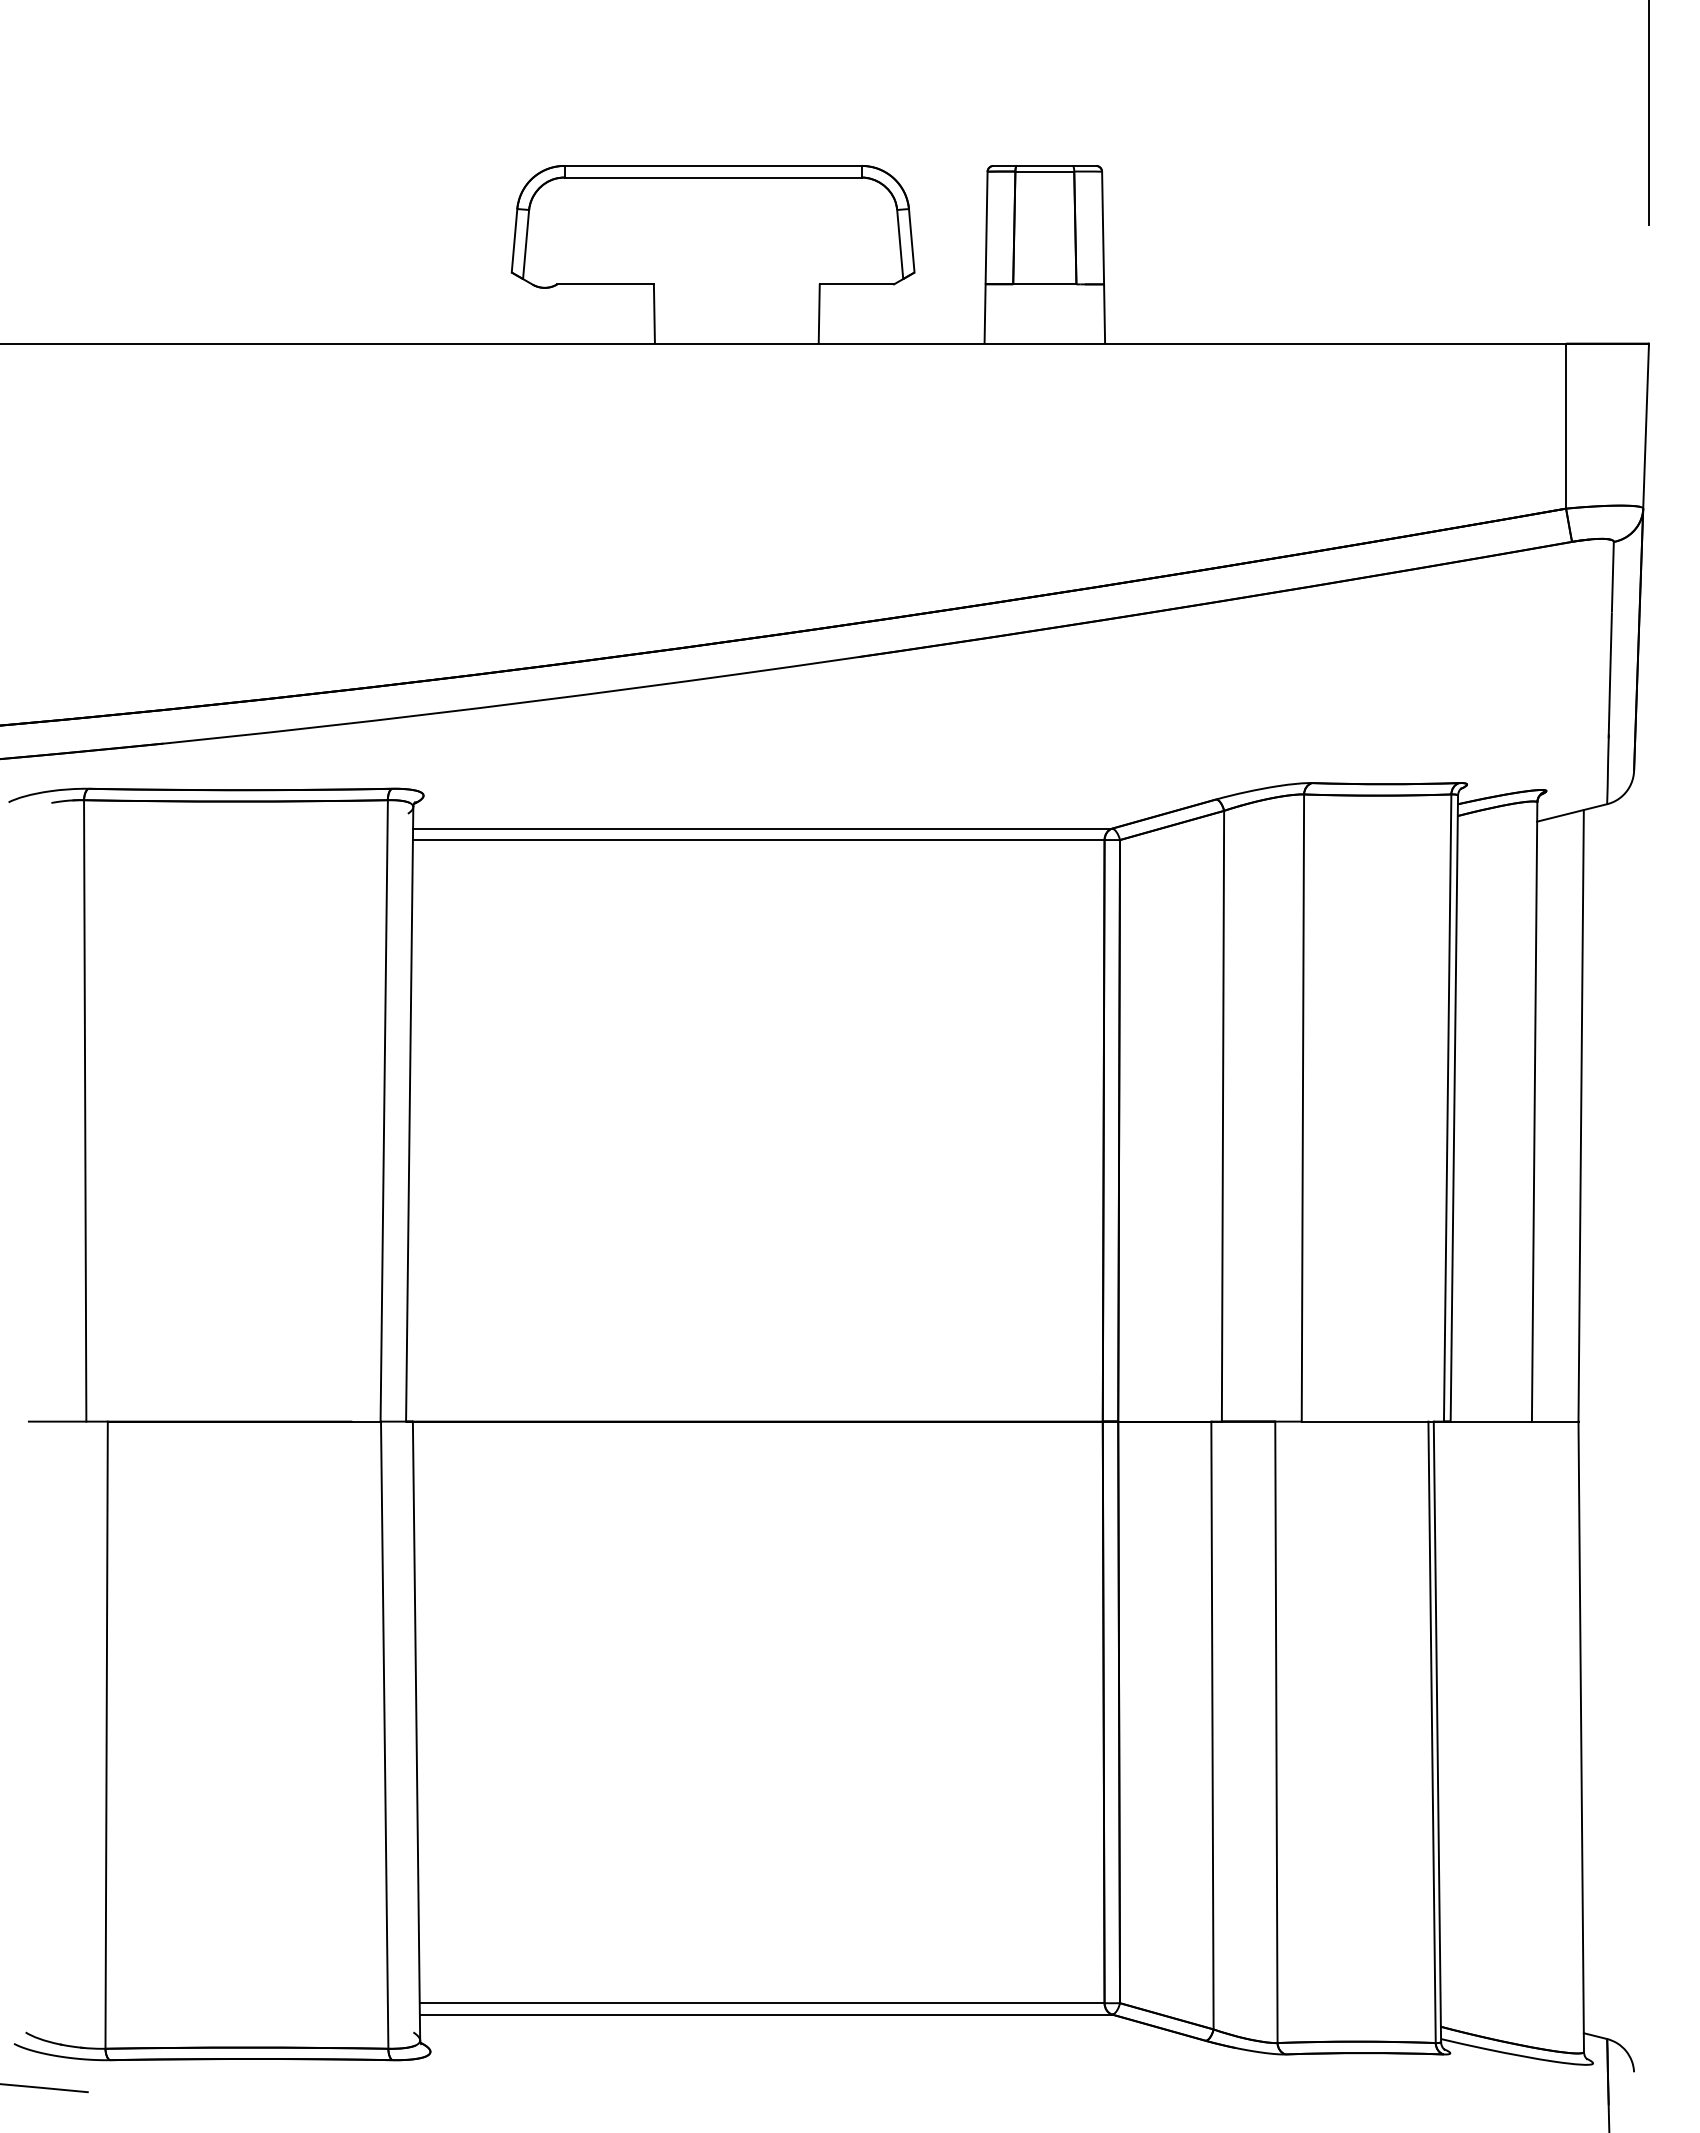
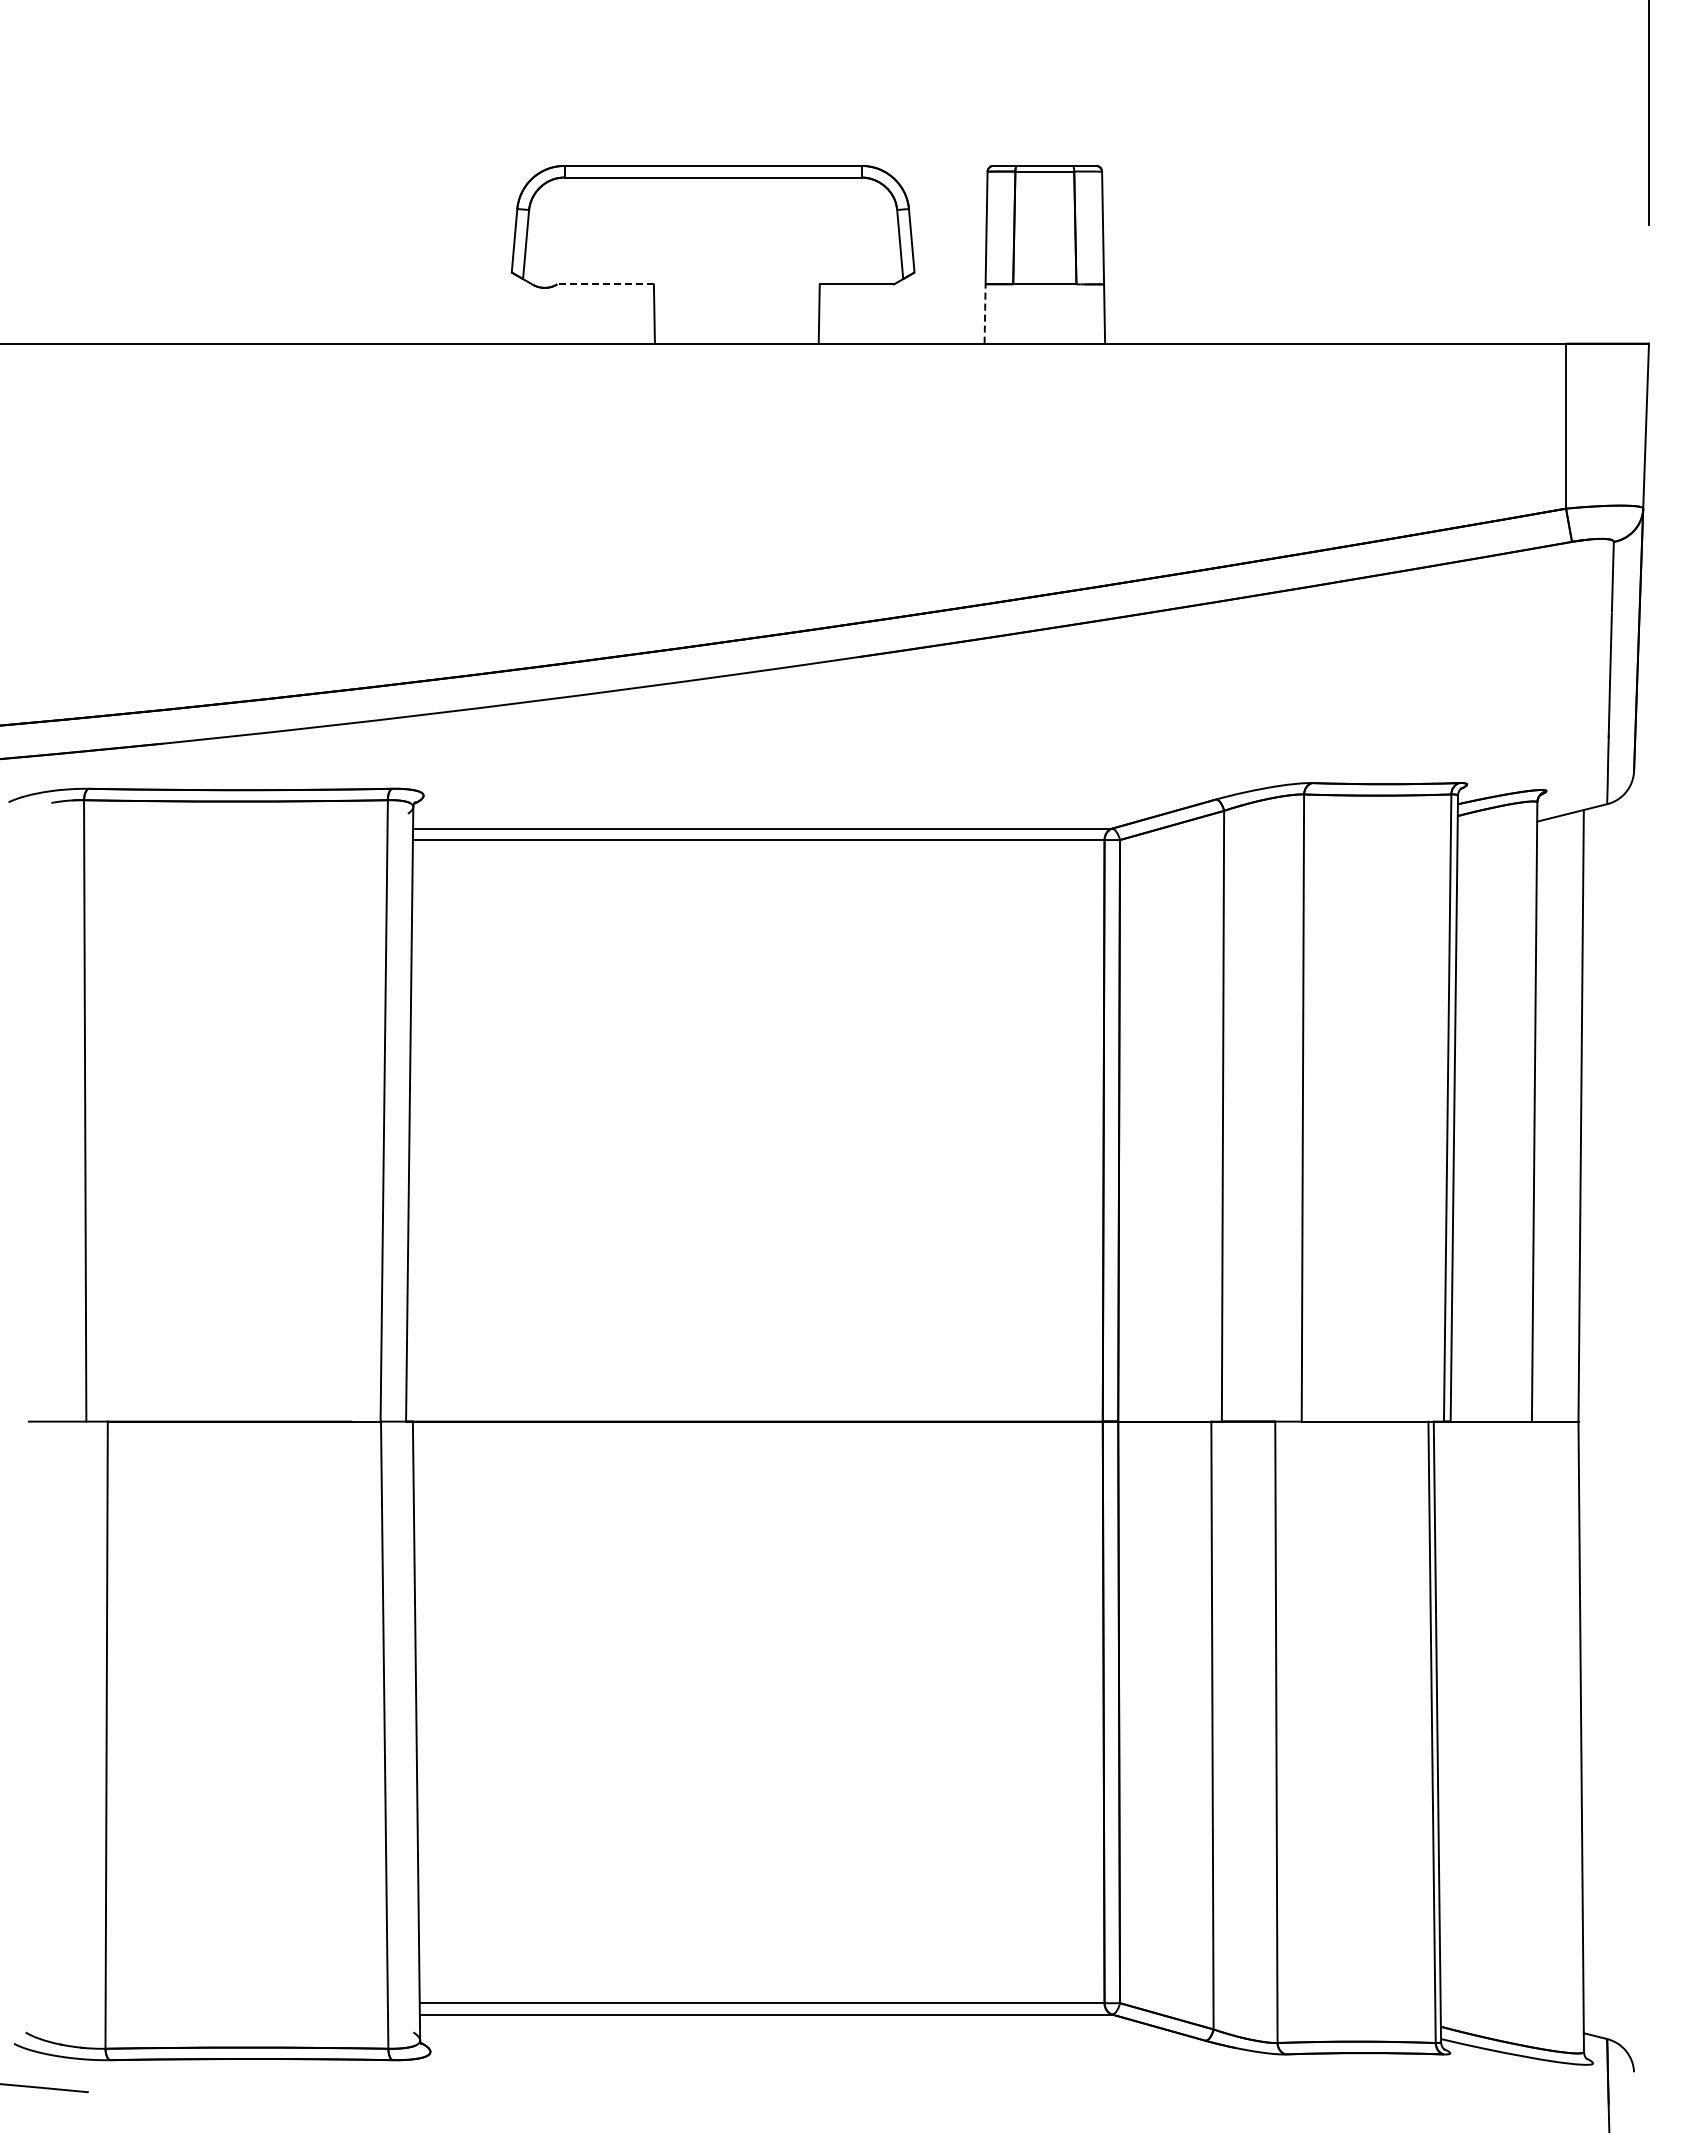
line at (605, 284): solid -> dashed
line at (985, 314): solid -> dashed
